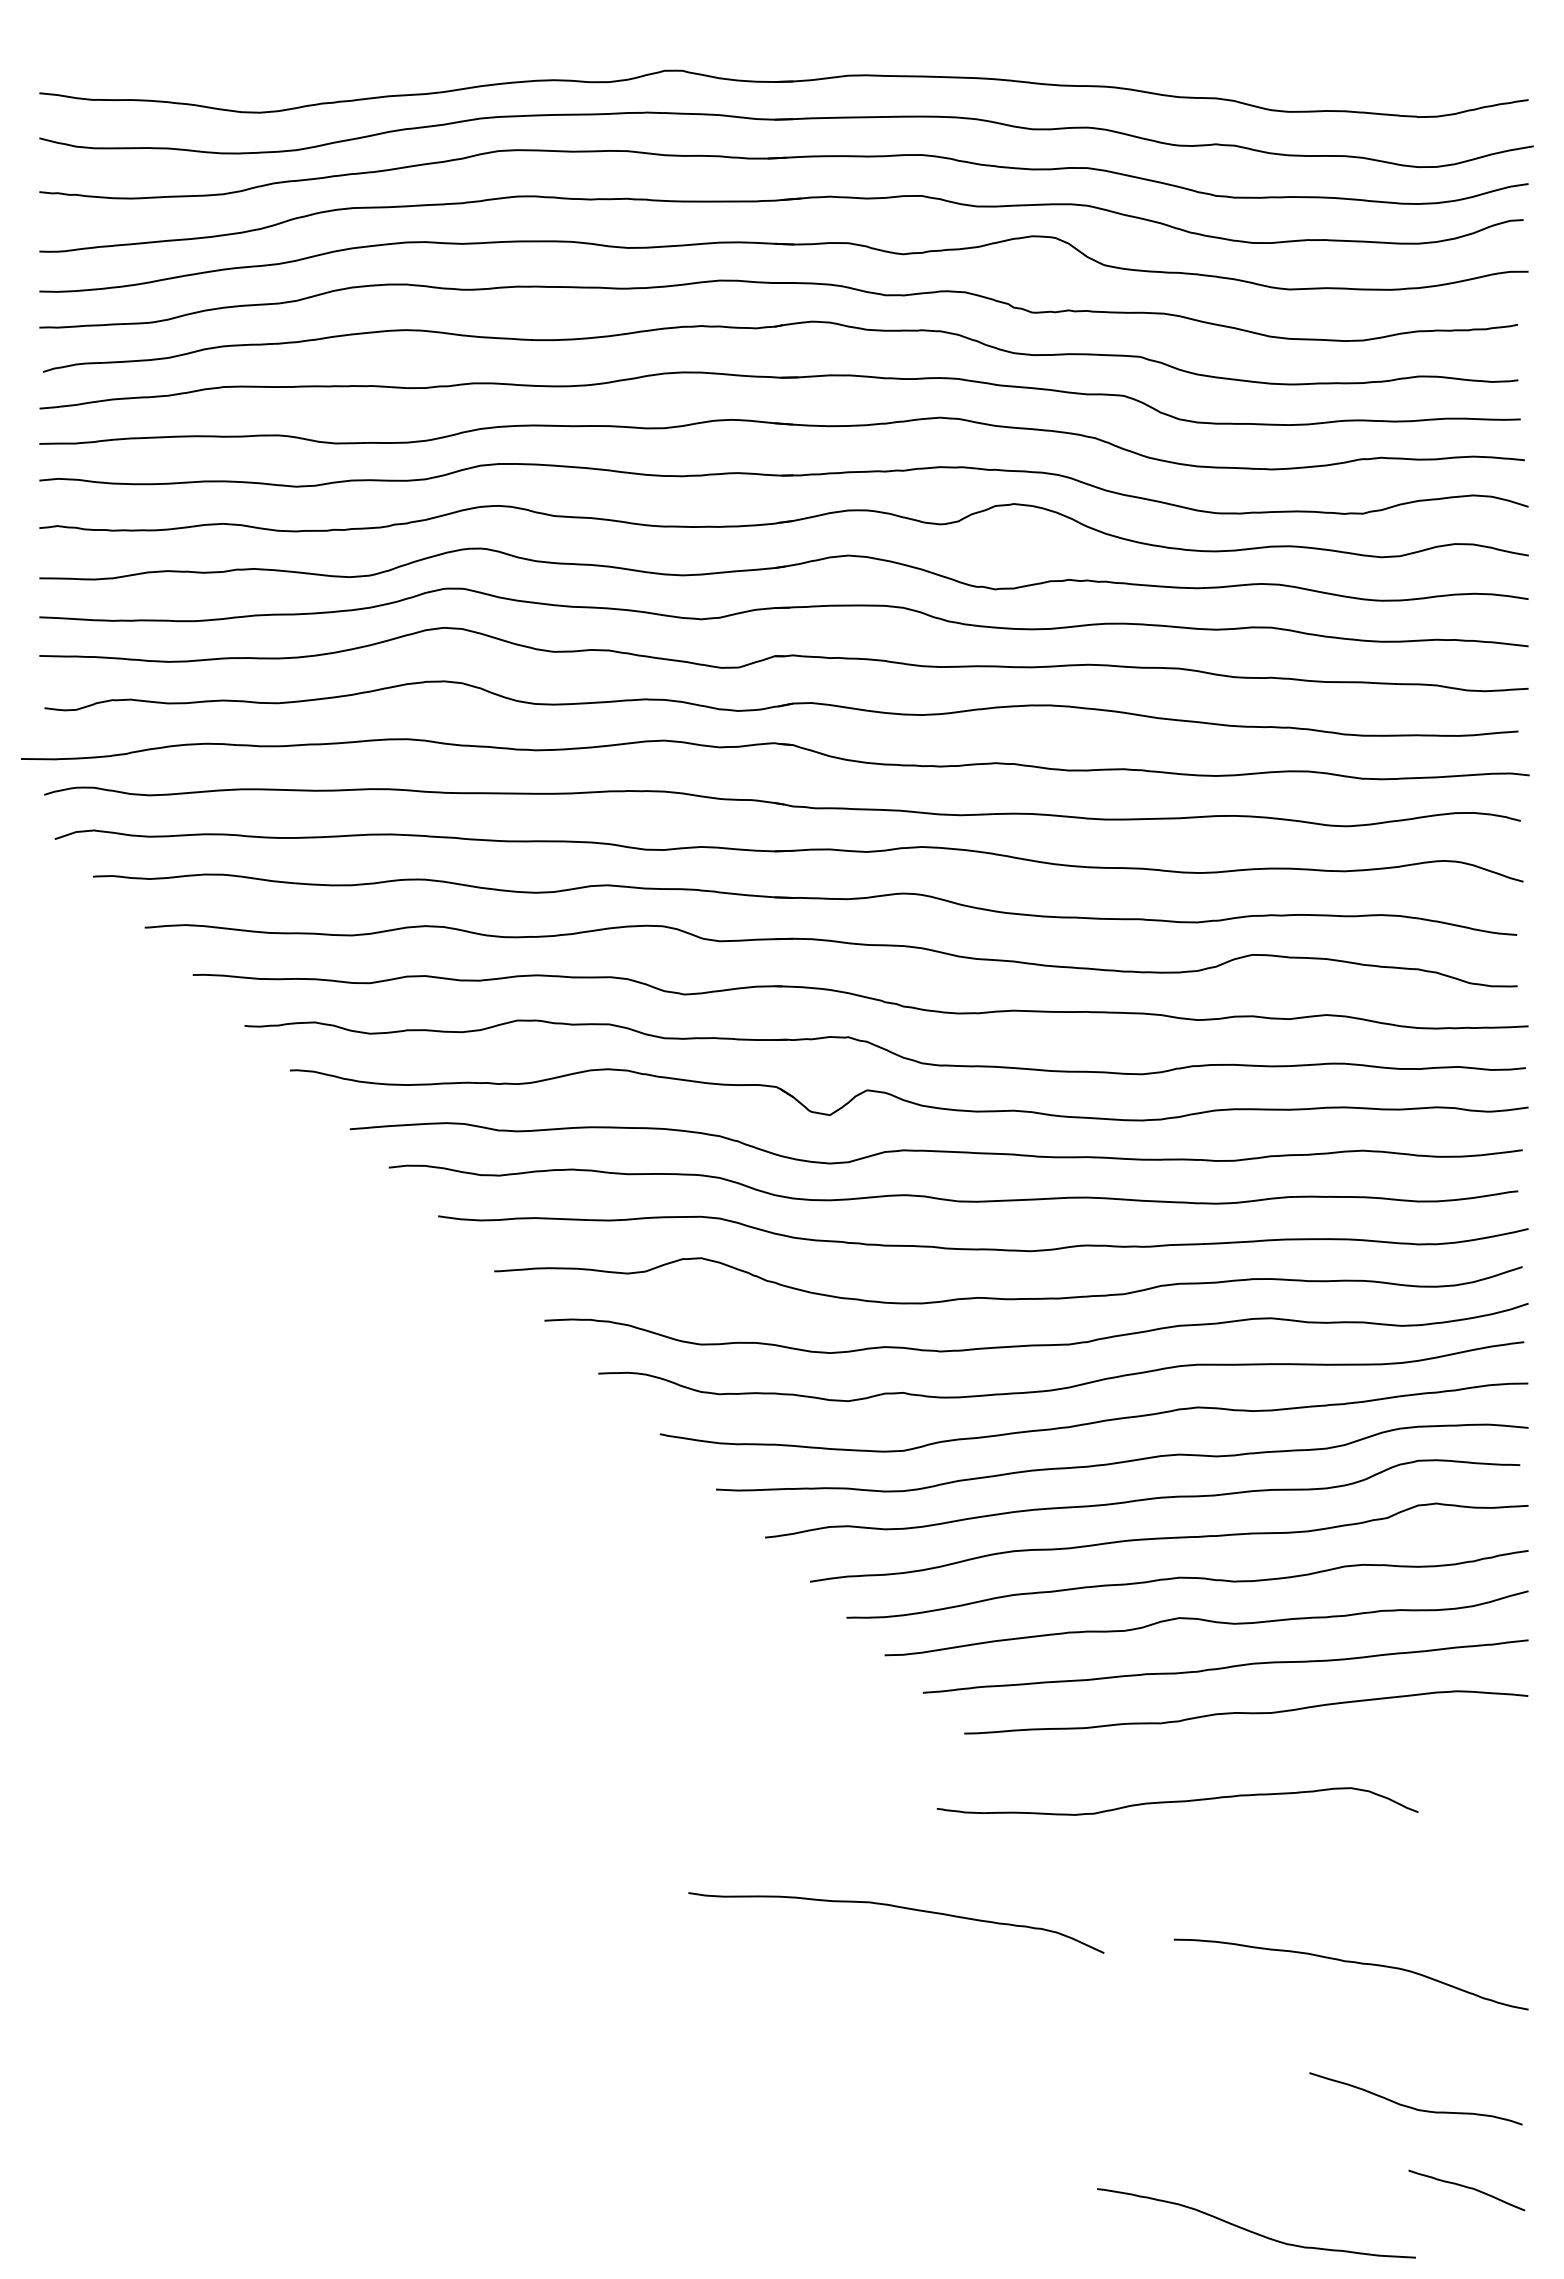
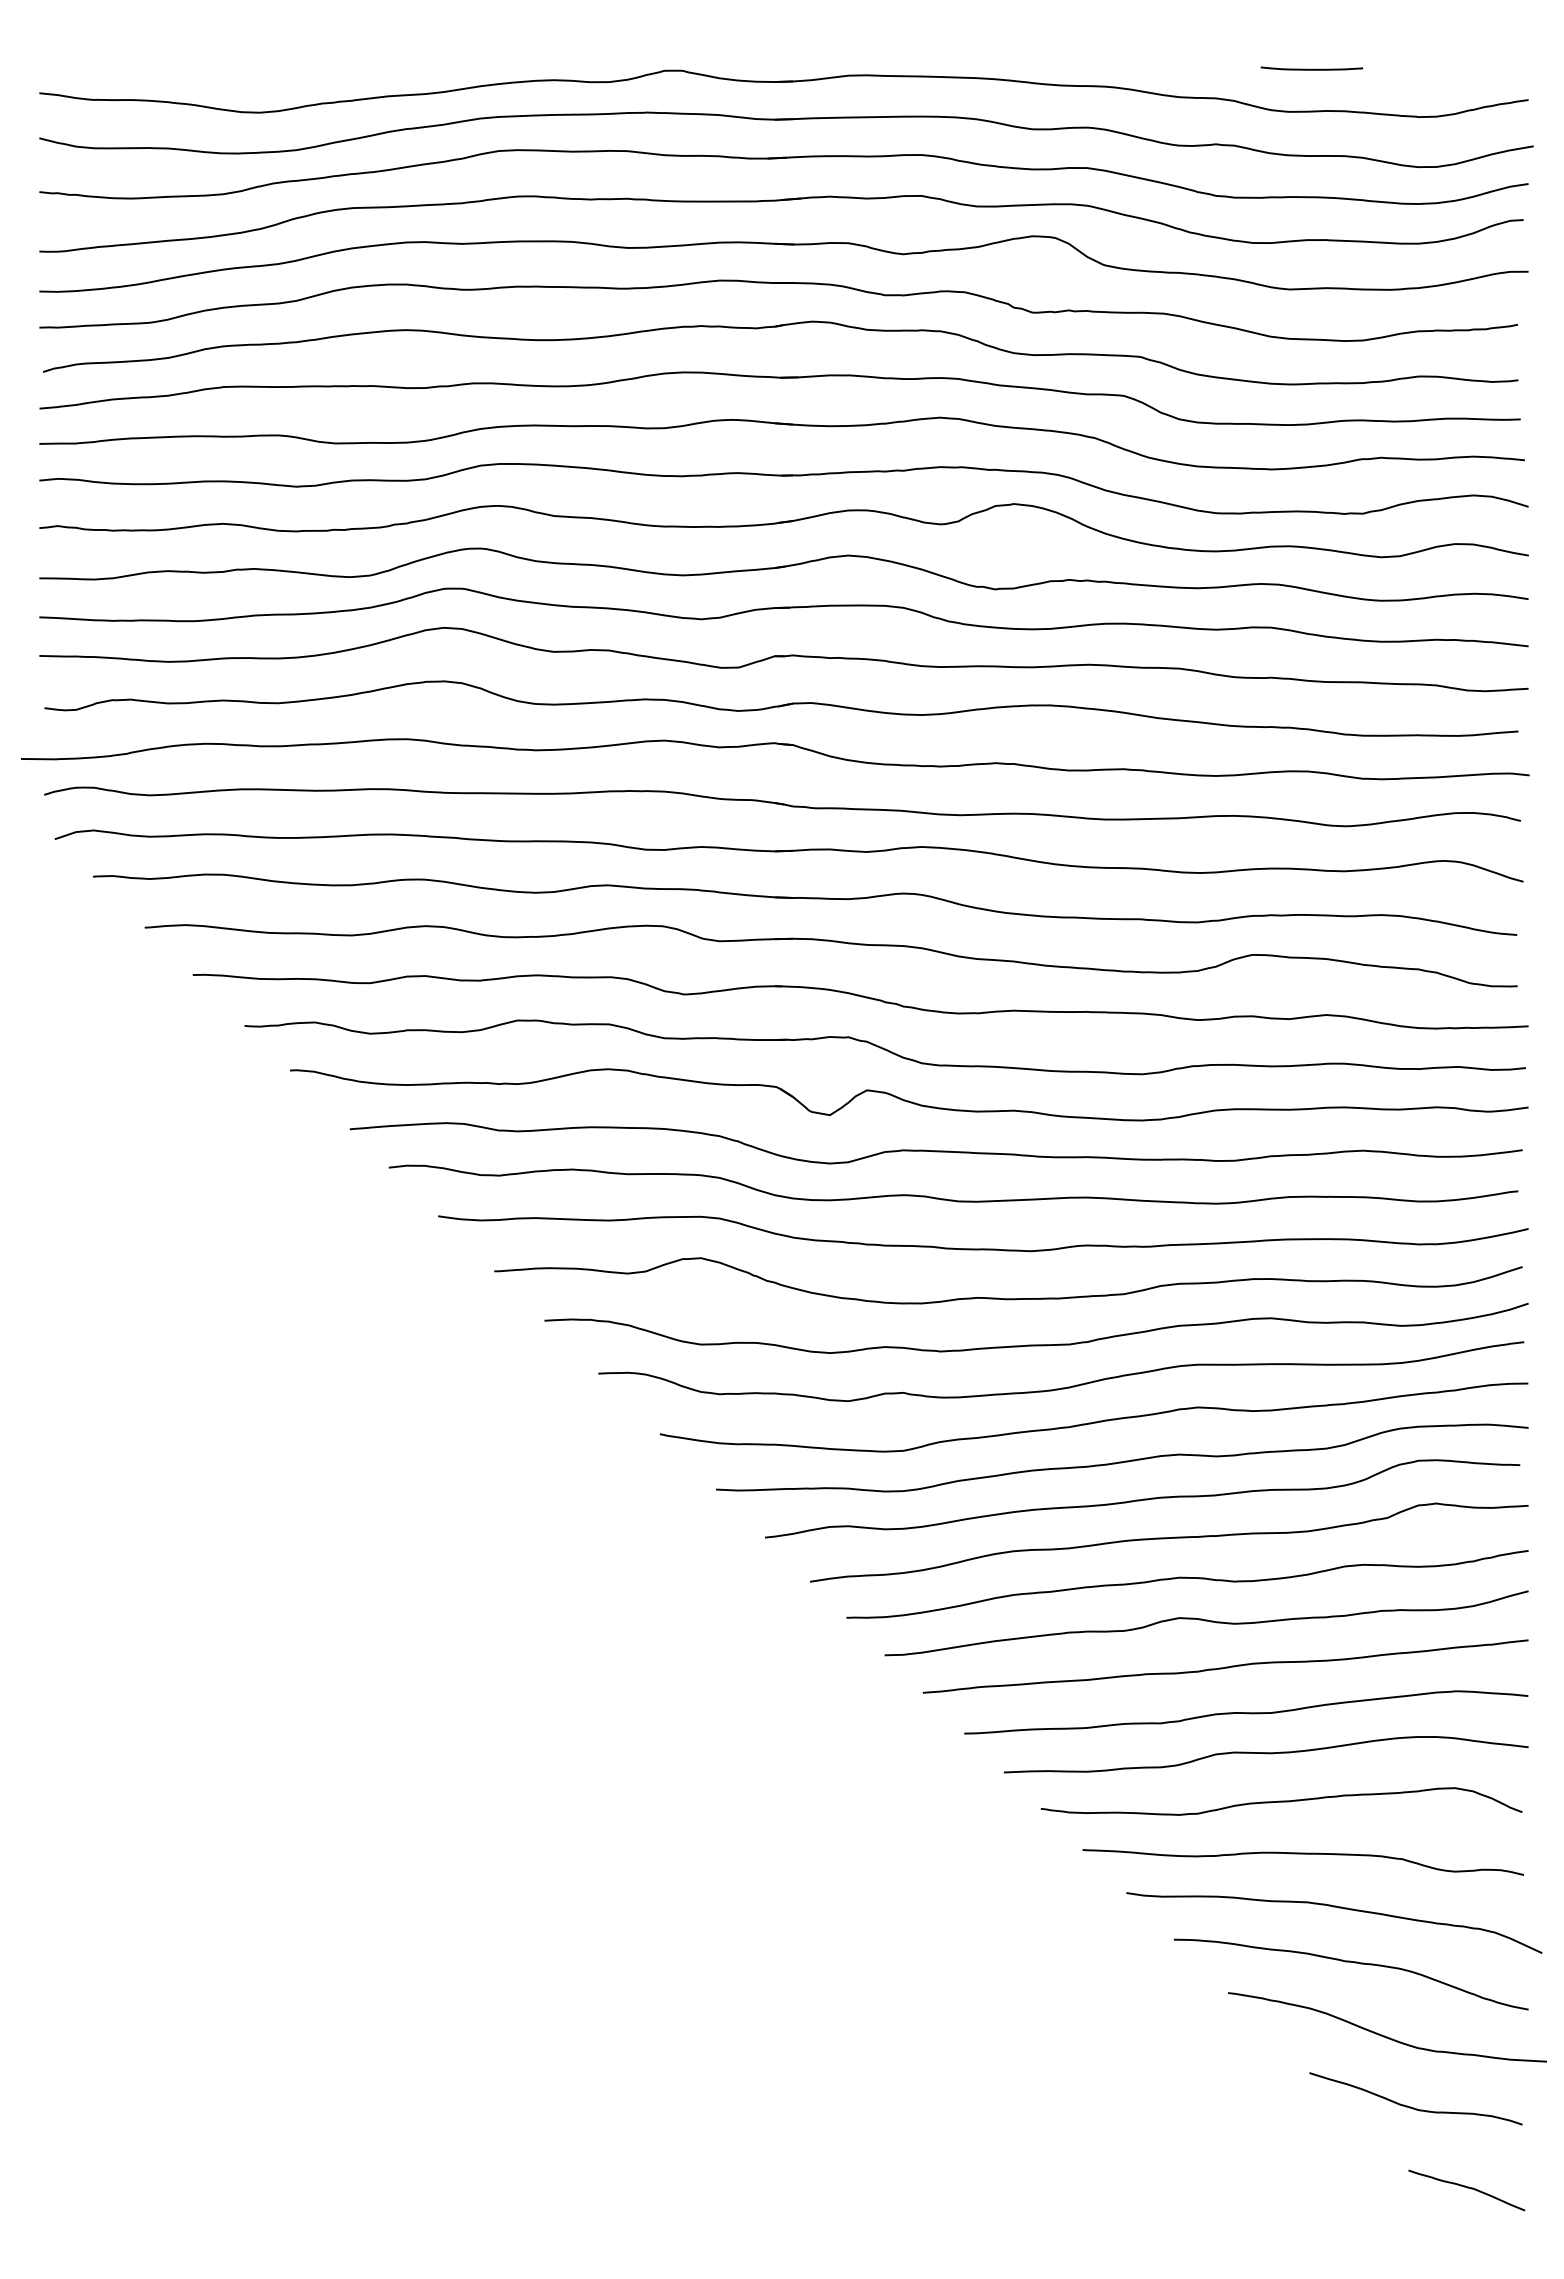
curve at (1311, 68): none -> present
curve at (1265, 1754): none -> present
curve at (1177, 1801) position: (1177, 1801) -> (1281, 1801)
curve at (1303, 1854): none -> present
curve at (900, 1908) position: (900, 1908) -> (1338, 1908)
curve at (1253, 2231) position: (1253, 2231) -> (1384, 2035)
